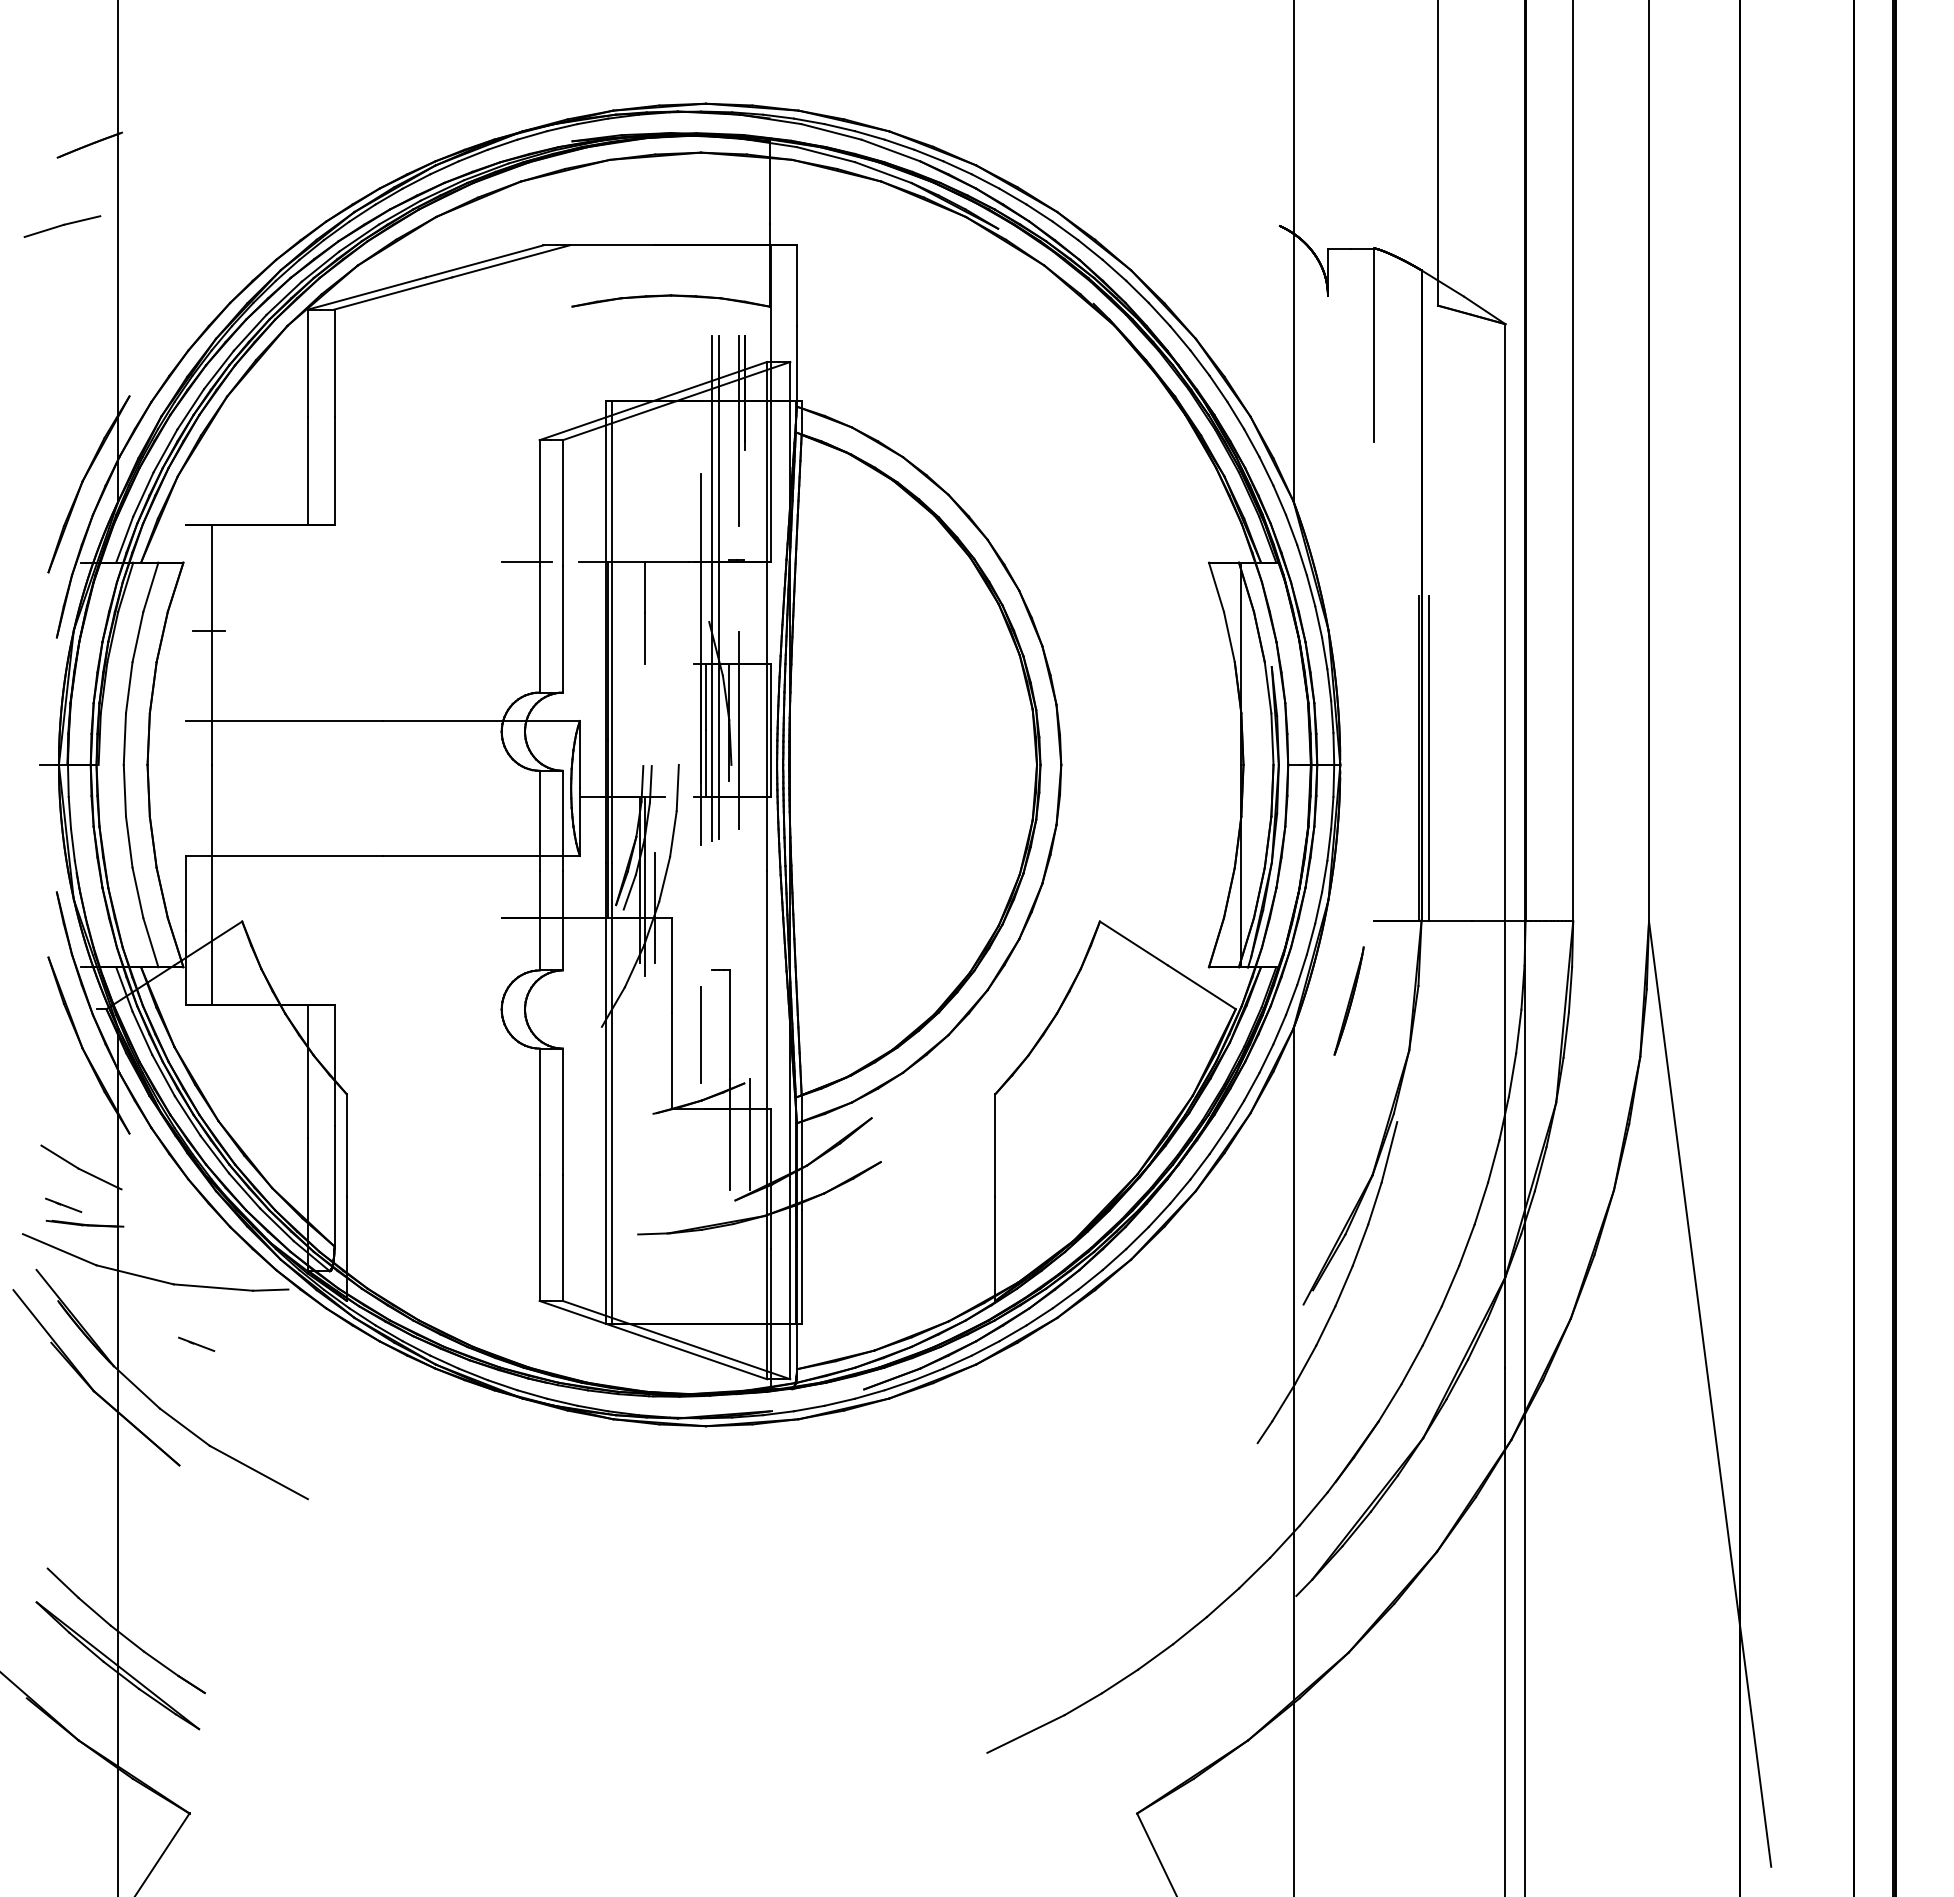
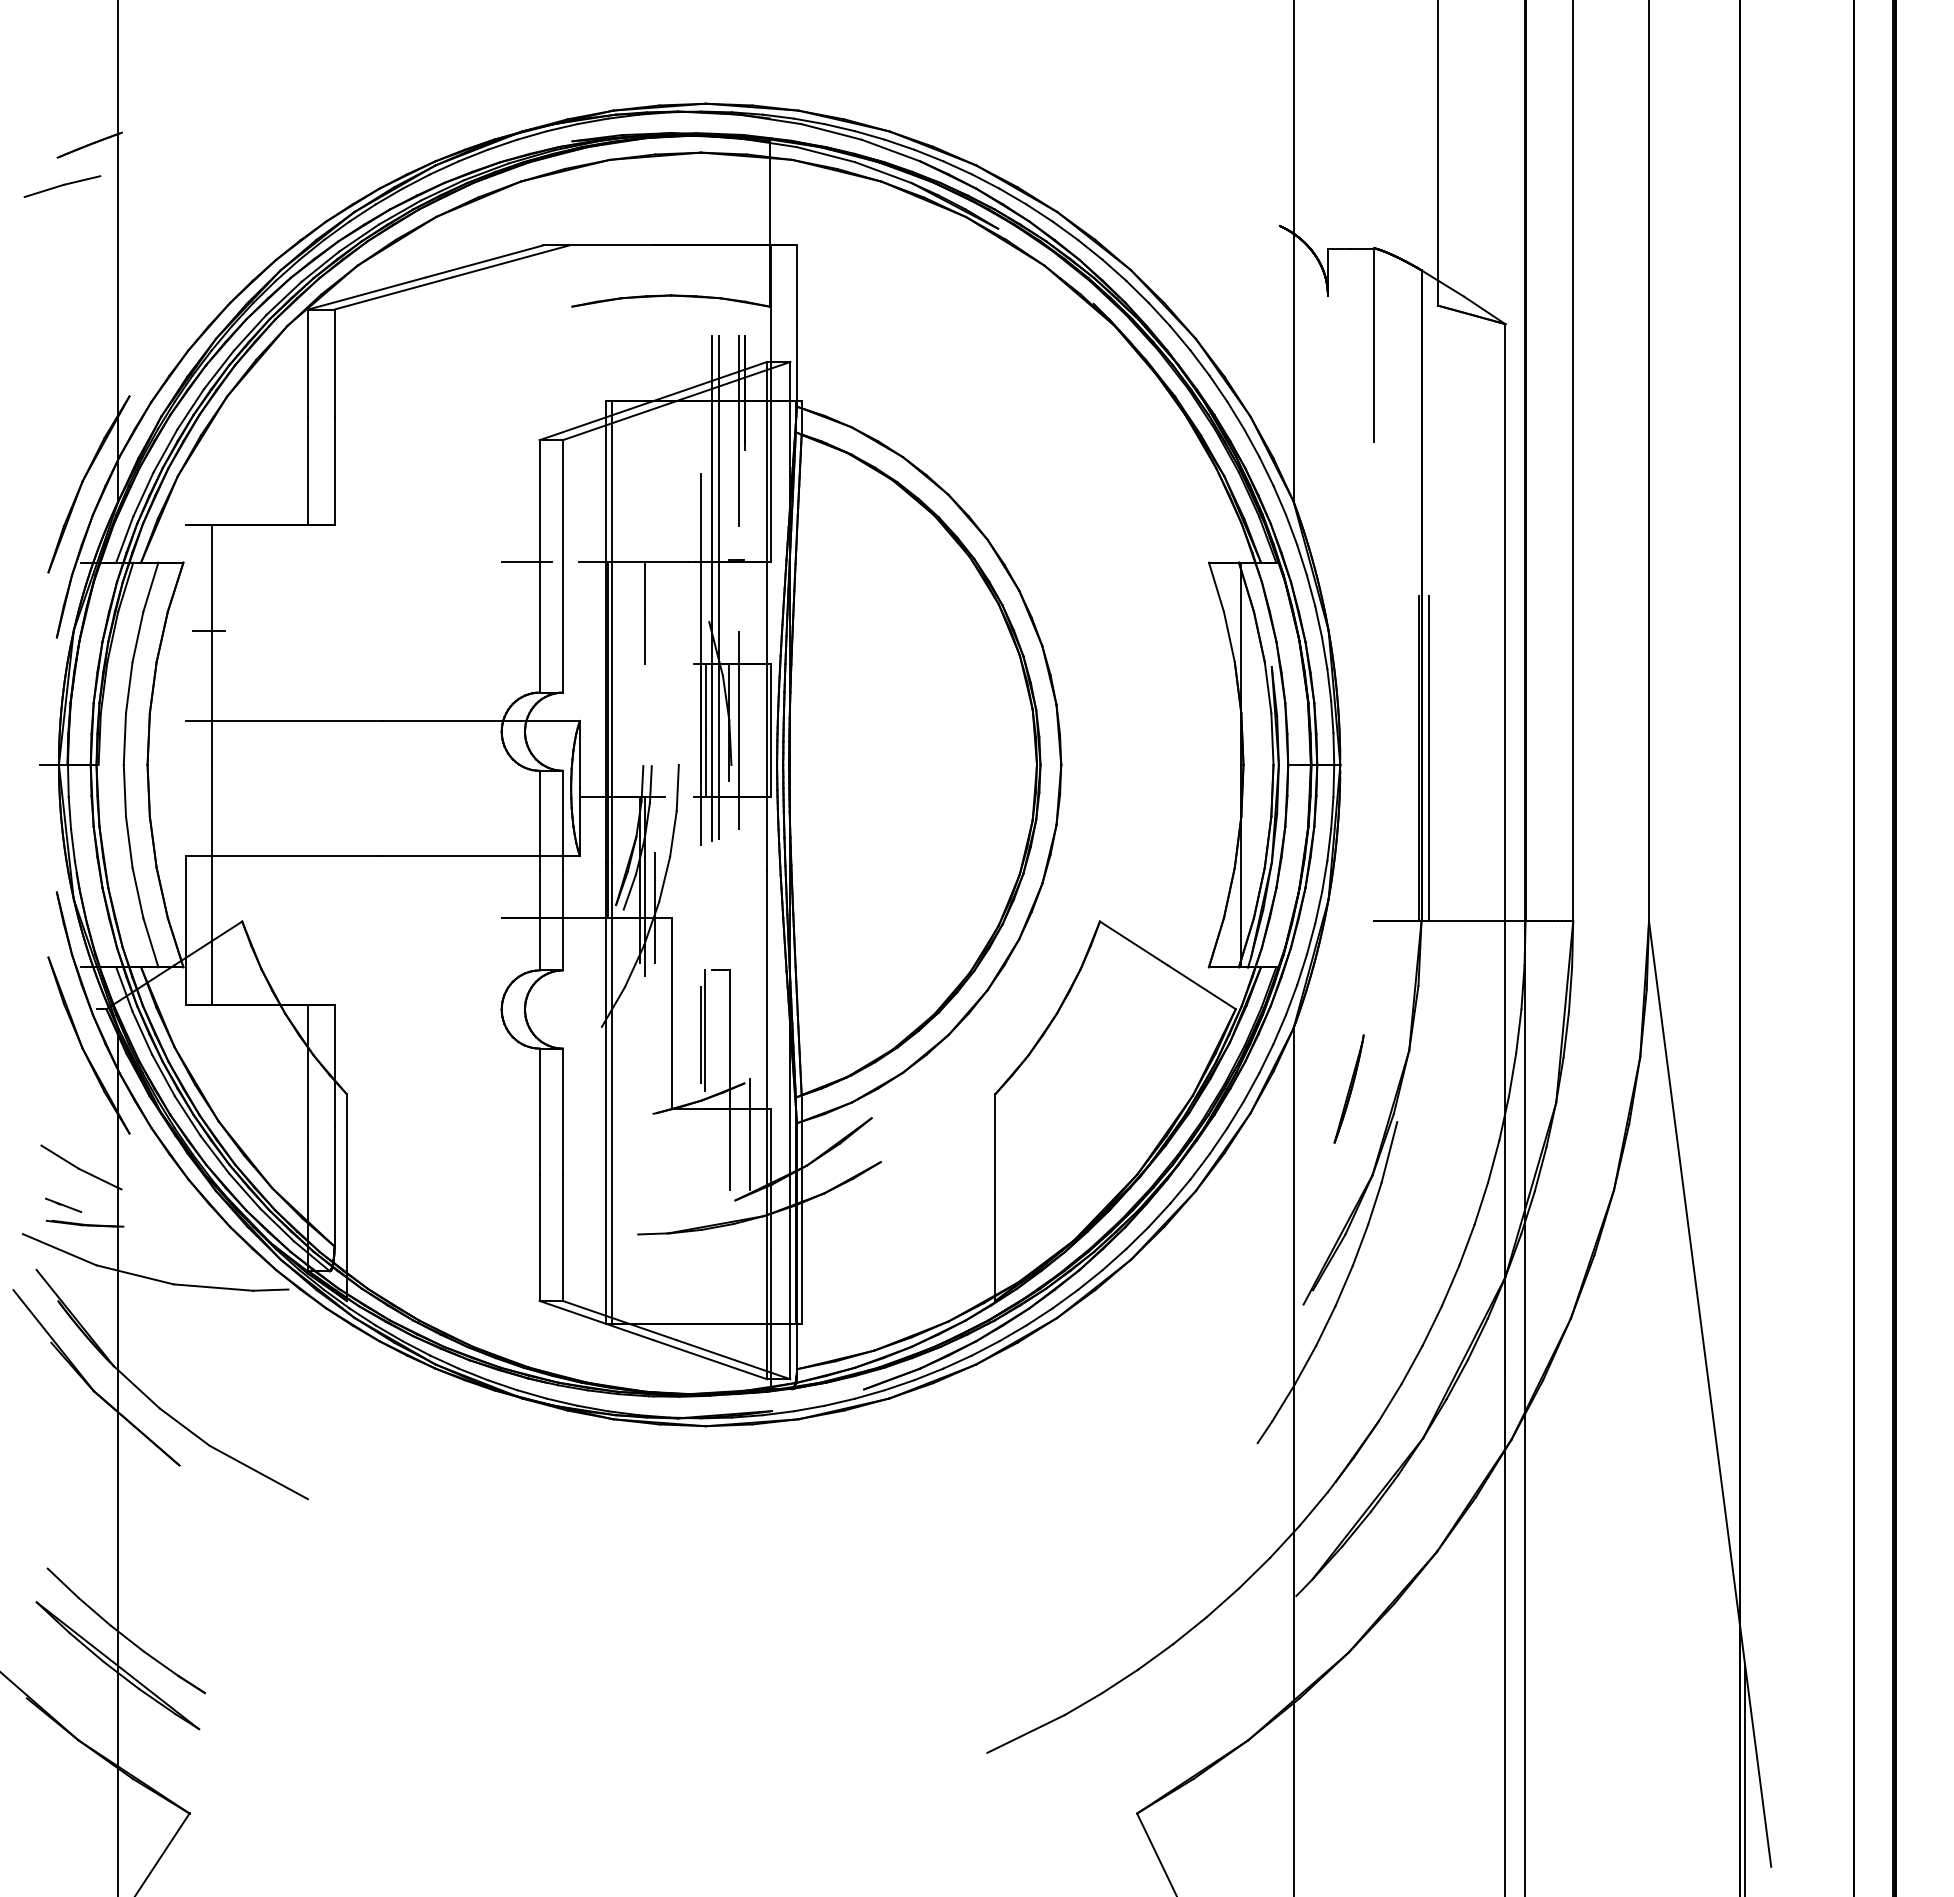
part at (62, 226) position: (62, 226) -> (62, 186)
part at (1348, 1000) position: (1348, 1000) -> (1348, 1088)
line at (705, 1030): none -> present
line at (196, 1343): present -> none
line at (1745, 1778): none -> present
